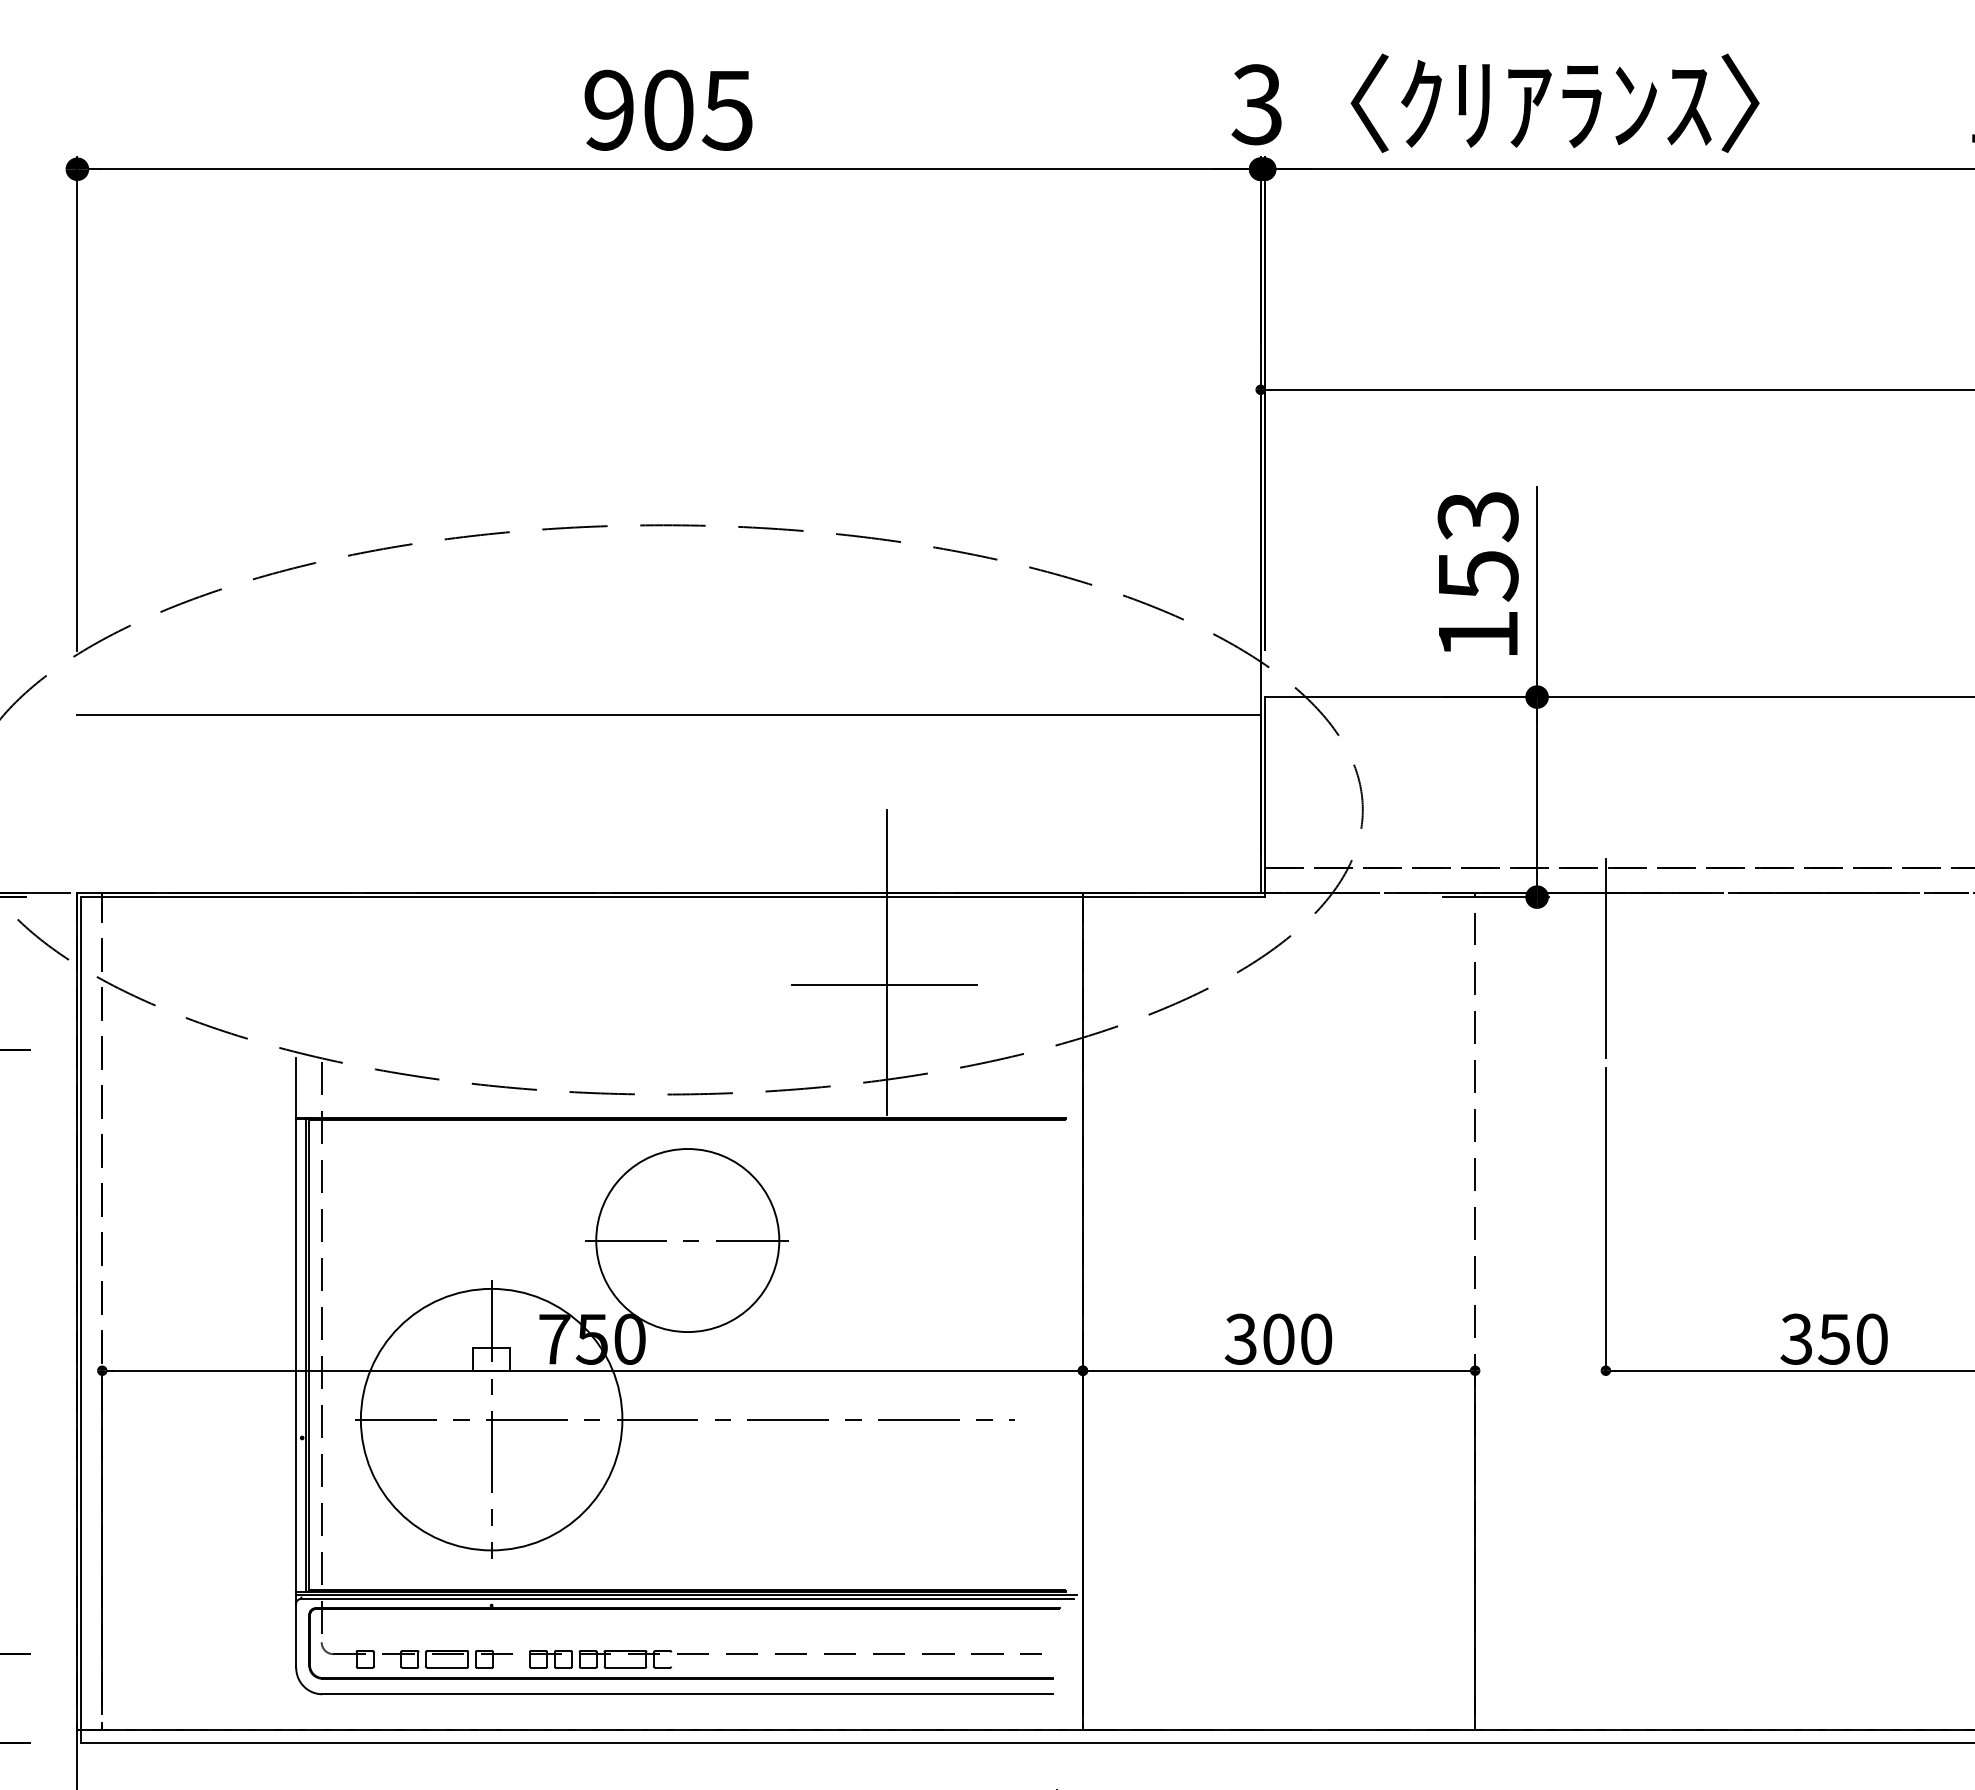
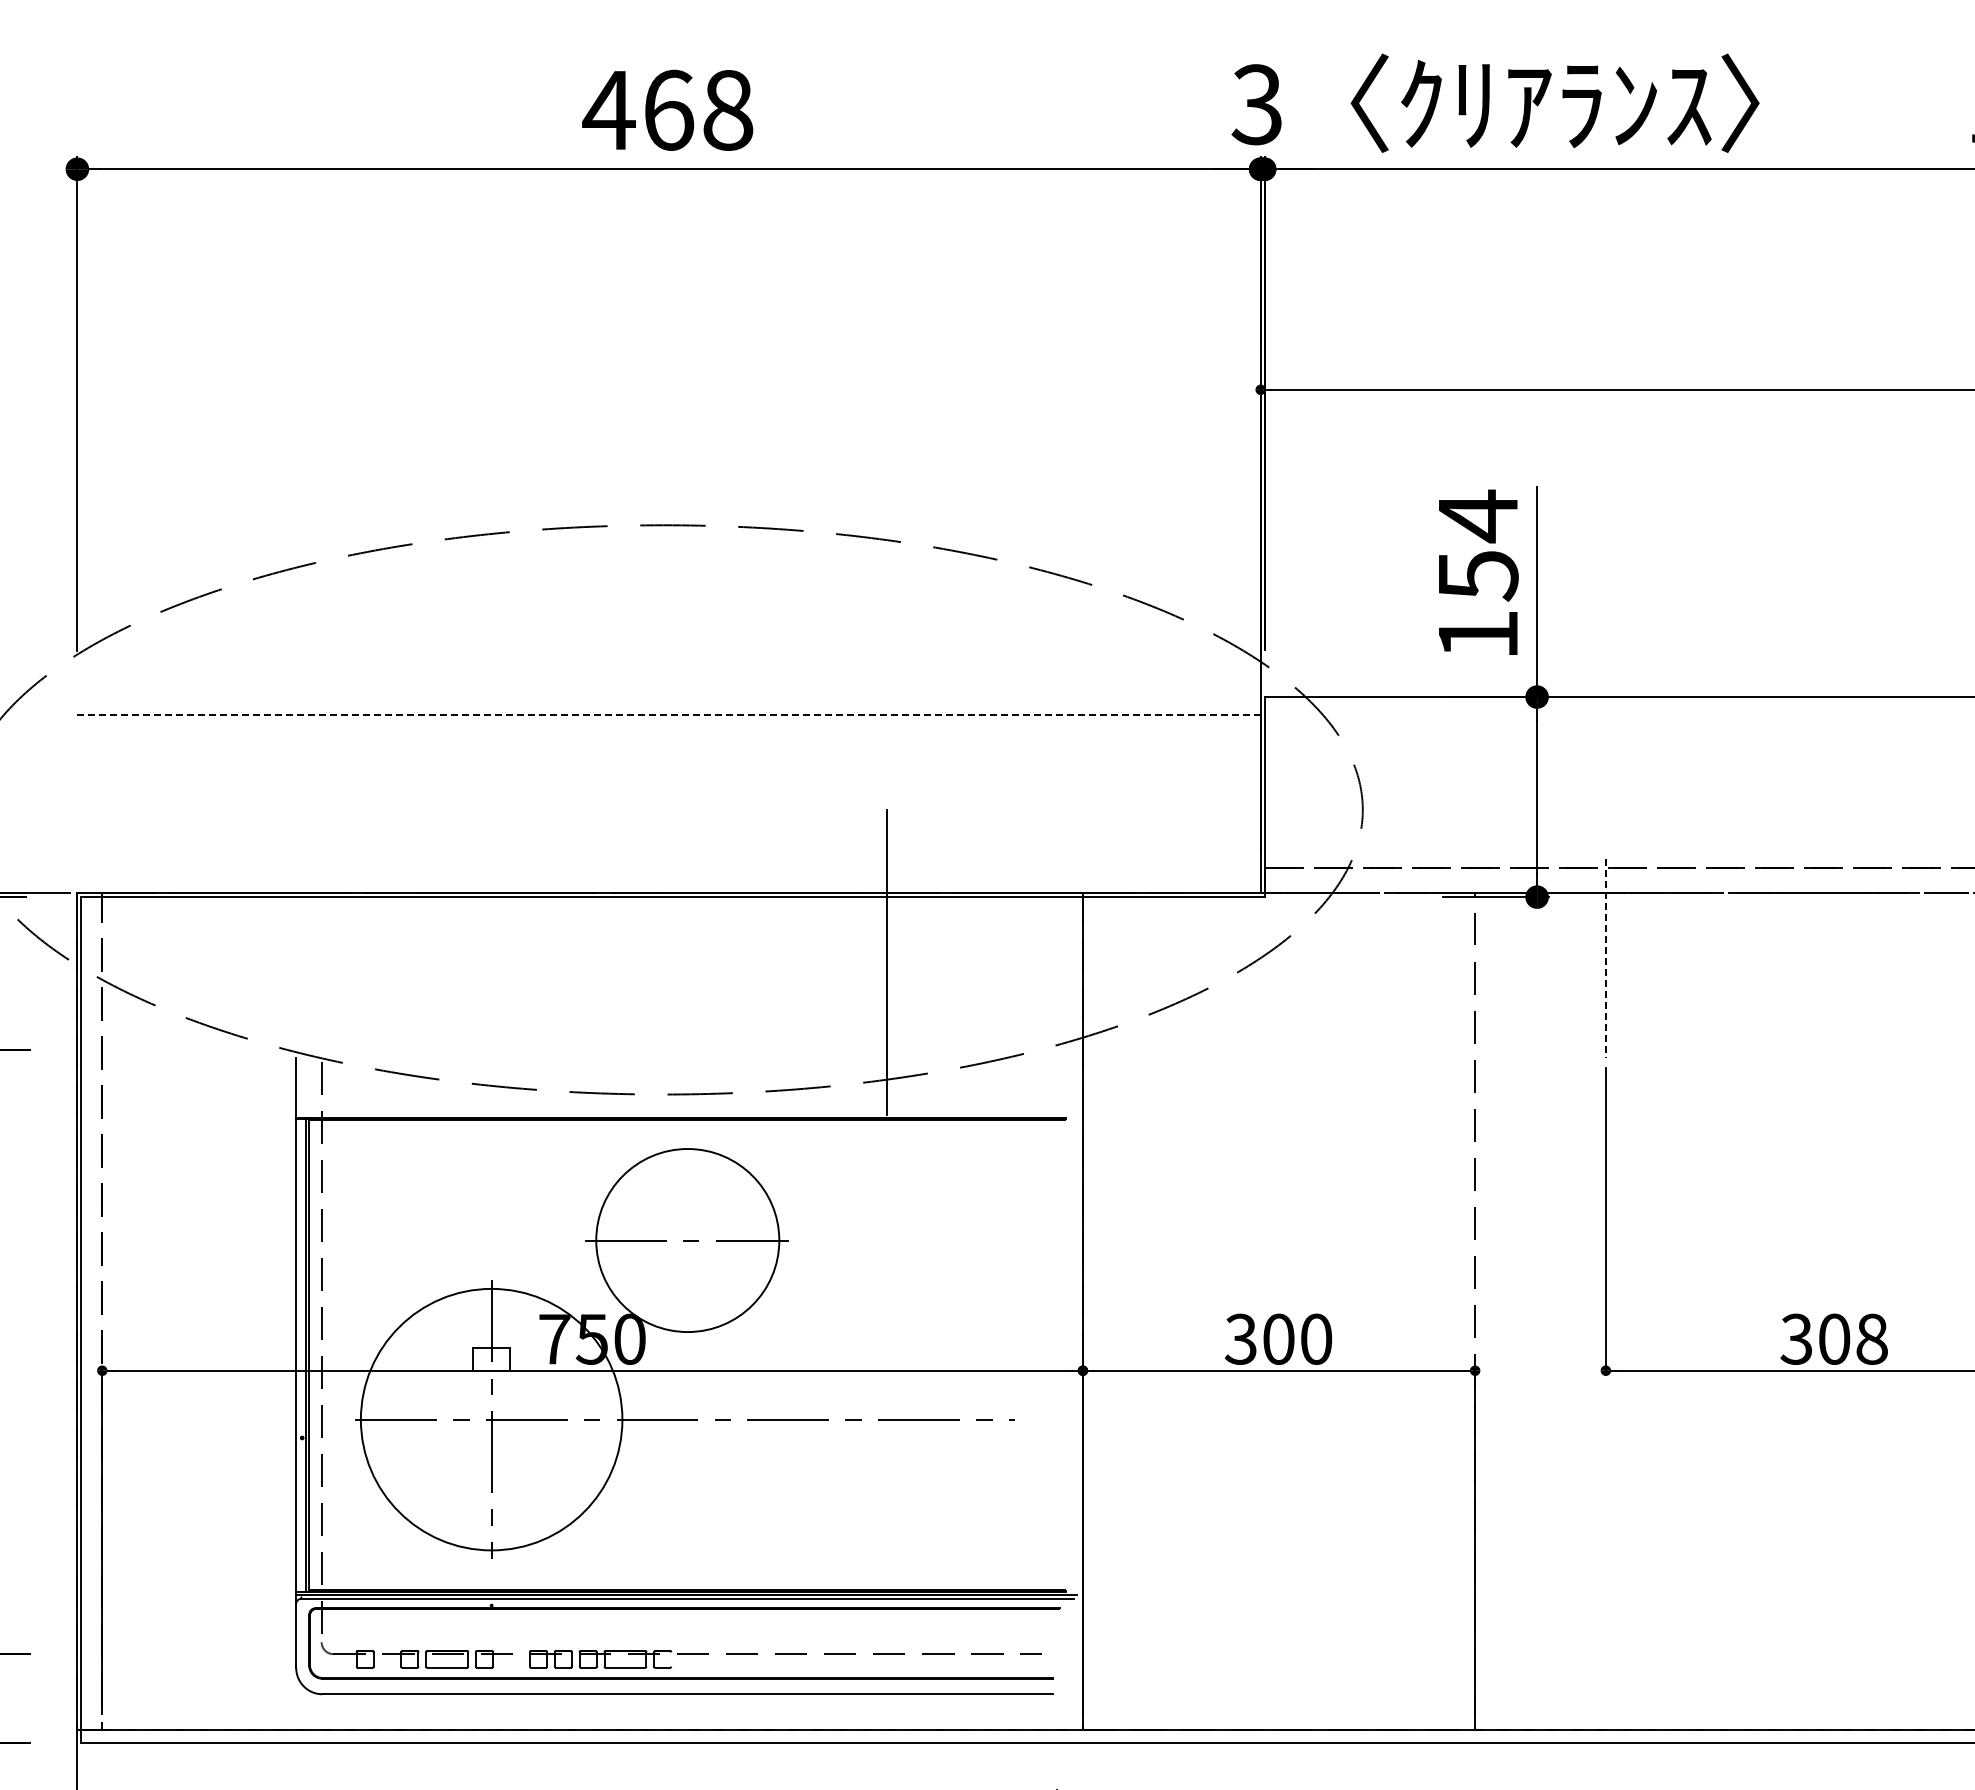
text at (667, 109): 905 -> 468
text at (1477, 516): 153 -> 154
line at (669, 715): solid -> dashed
line at (1605, 959): solid -> dashed
line at (884, 984): present -> none
text at (1852, 1338): 350 -> 308
